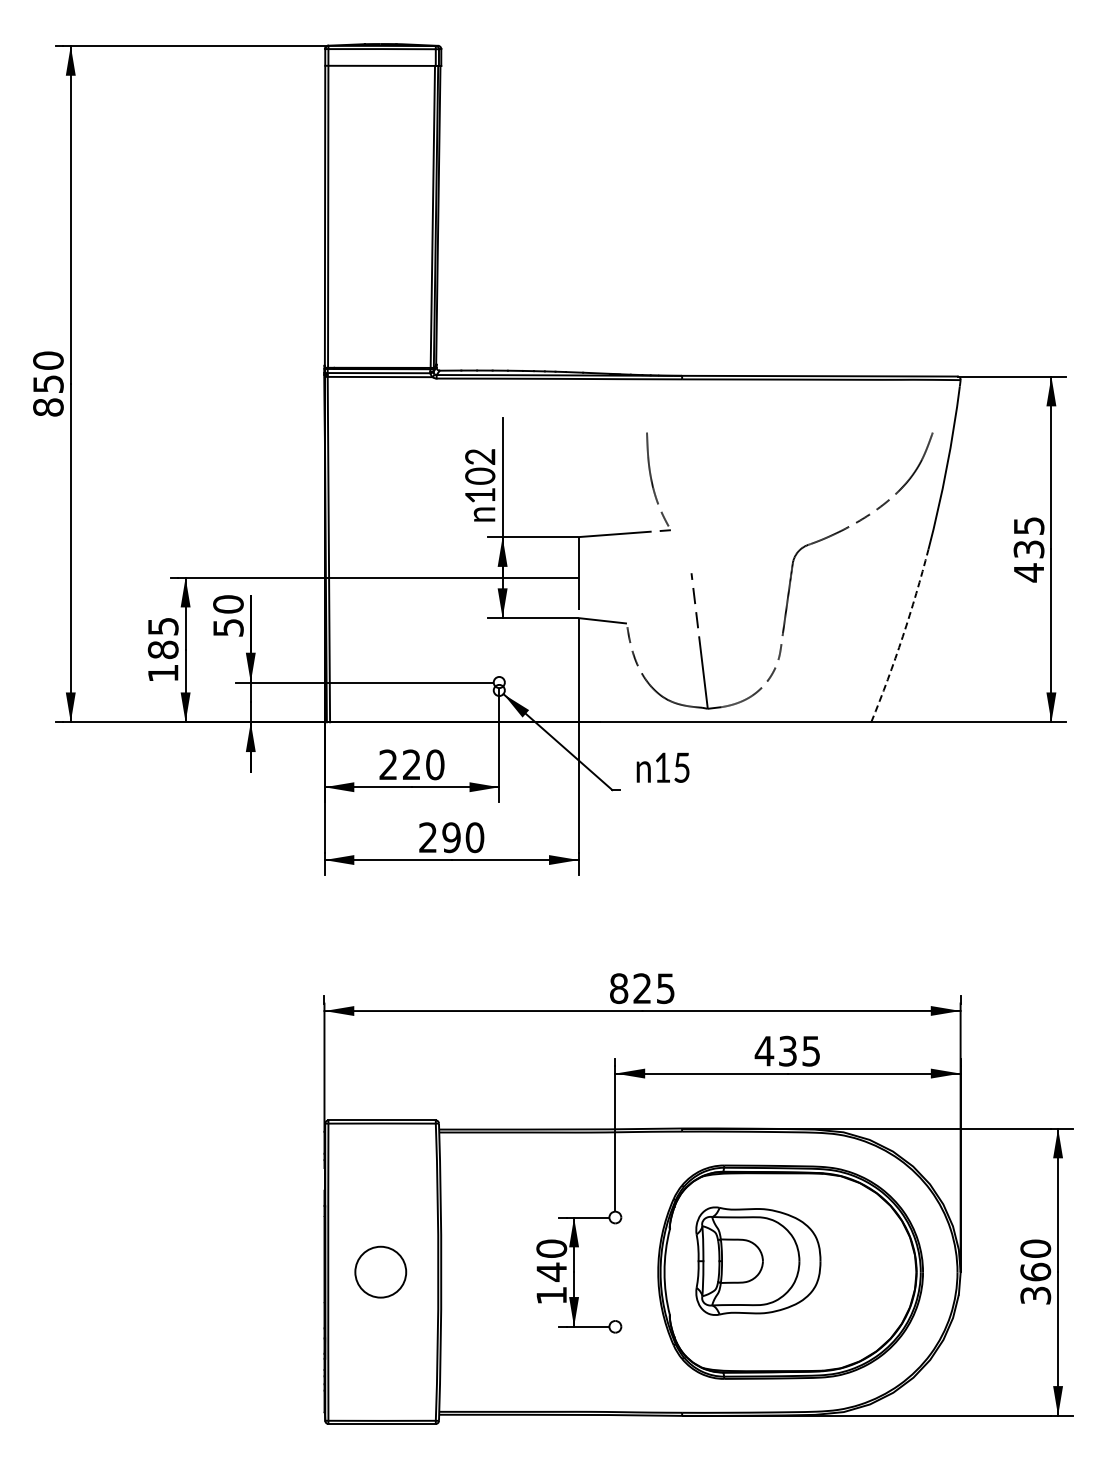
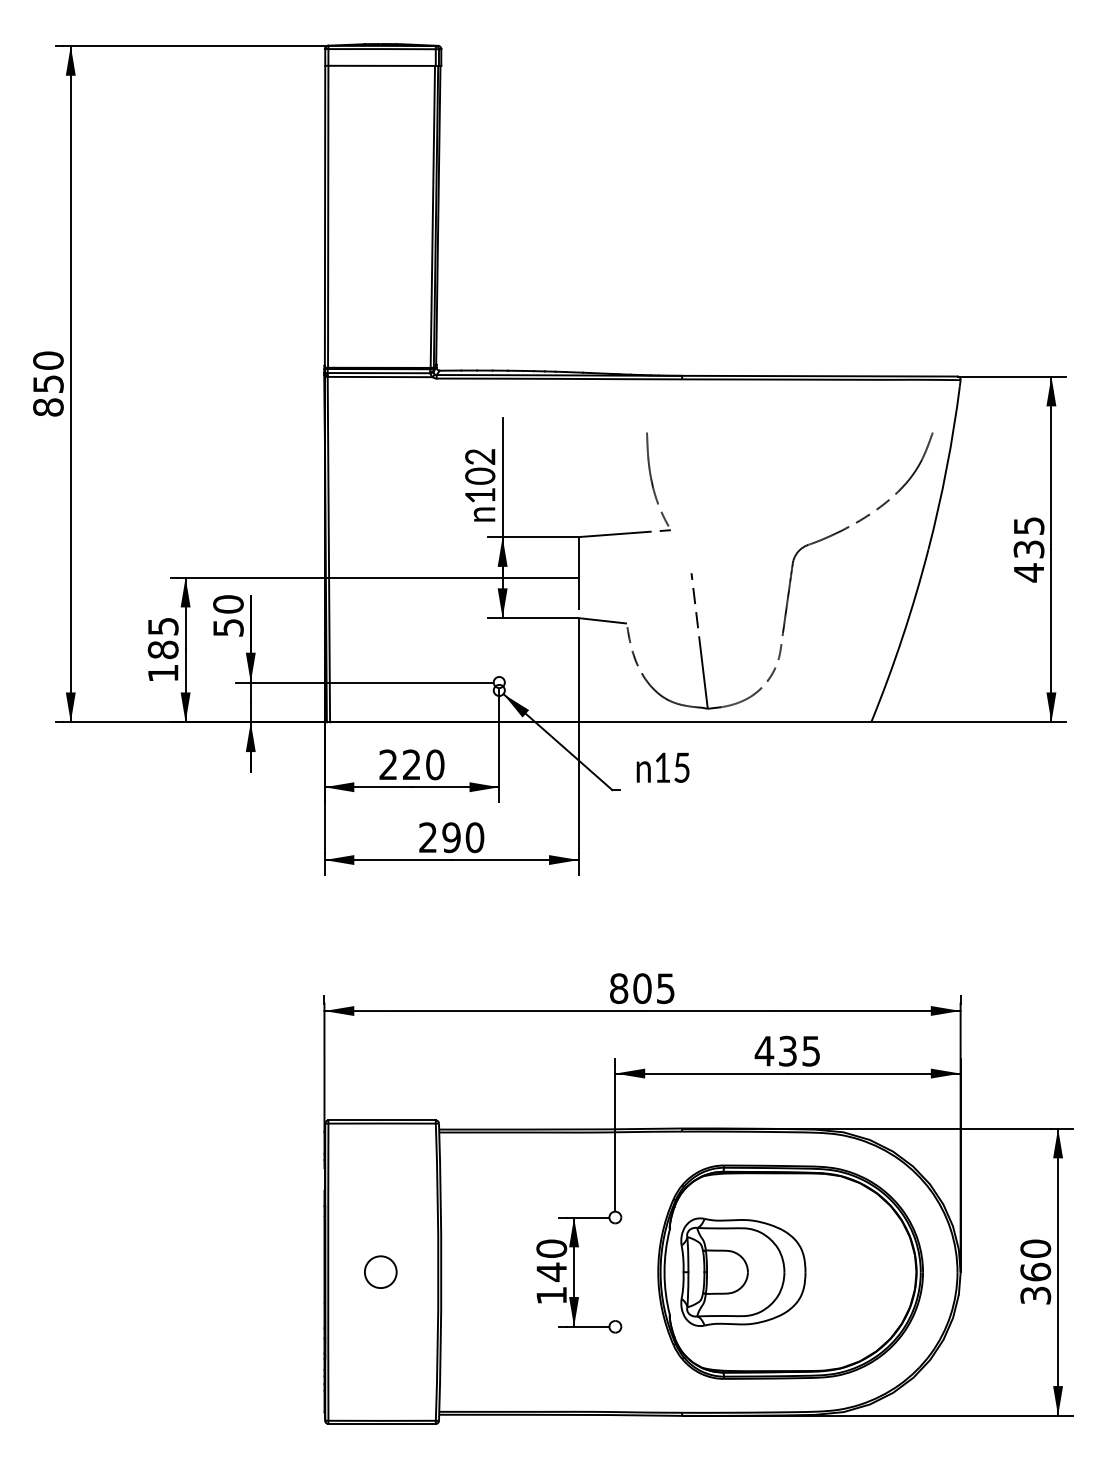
arc at (902, 636): dashed -> solid
text at (642, 988): 825 -> 805
part at (758, 1260) position: (758, 1260) -> (743, 1271)
circle at (380, 1271) diameter: 51 px -> 32 px
